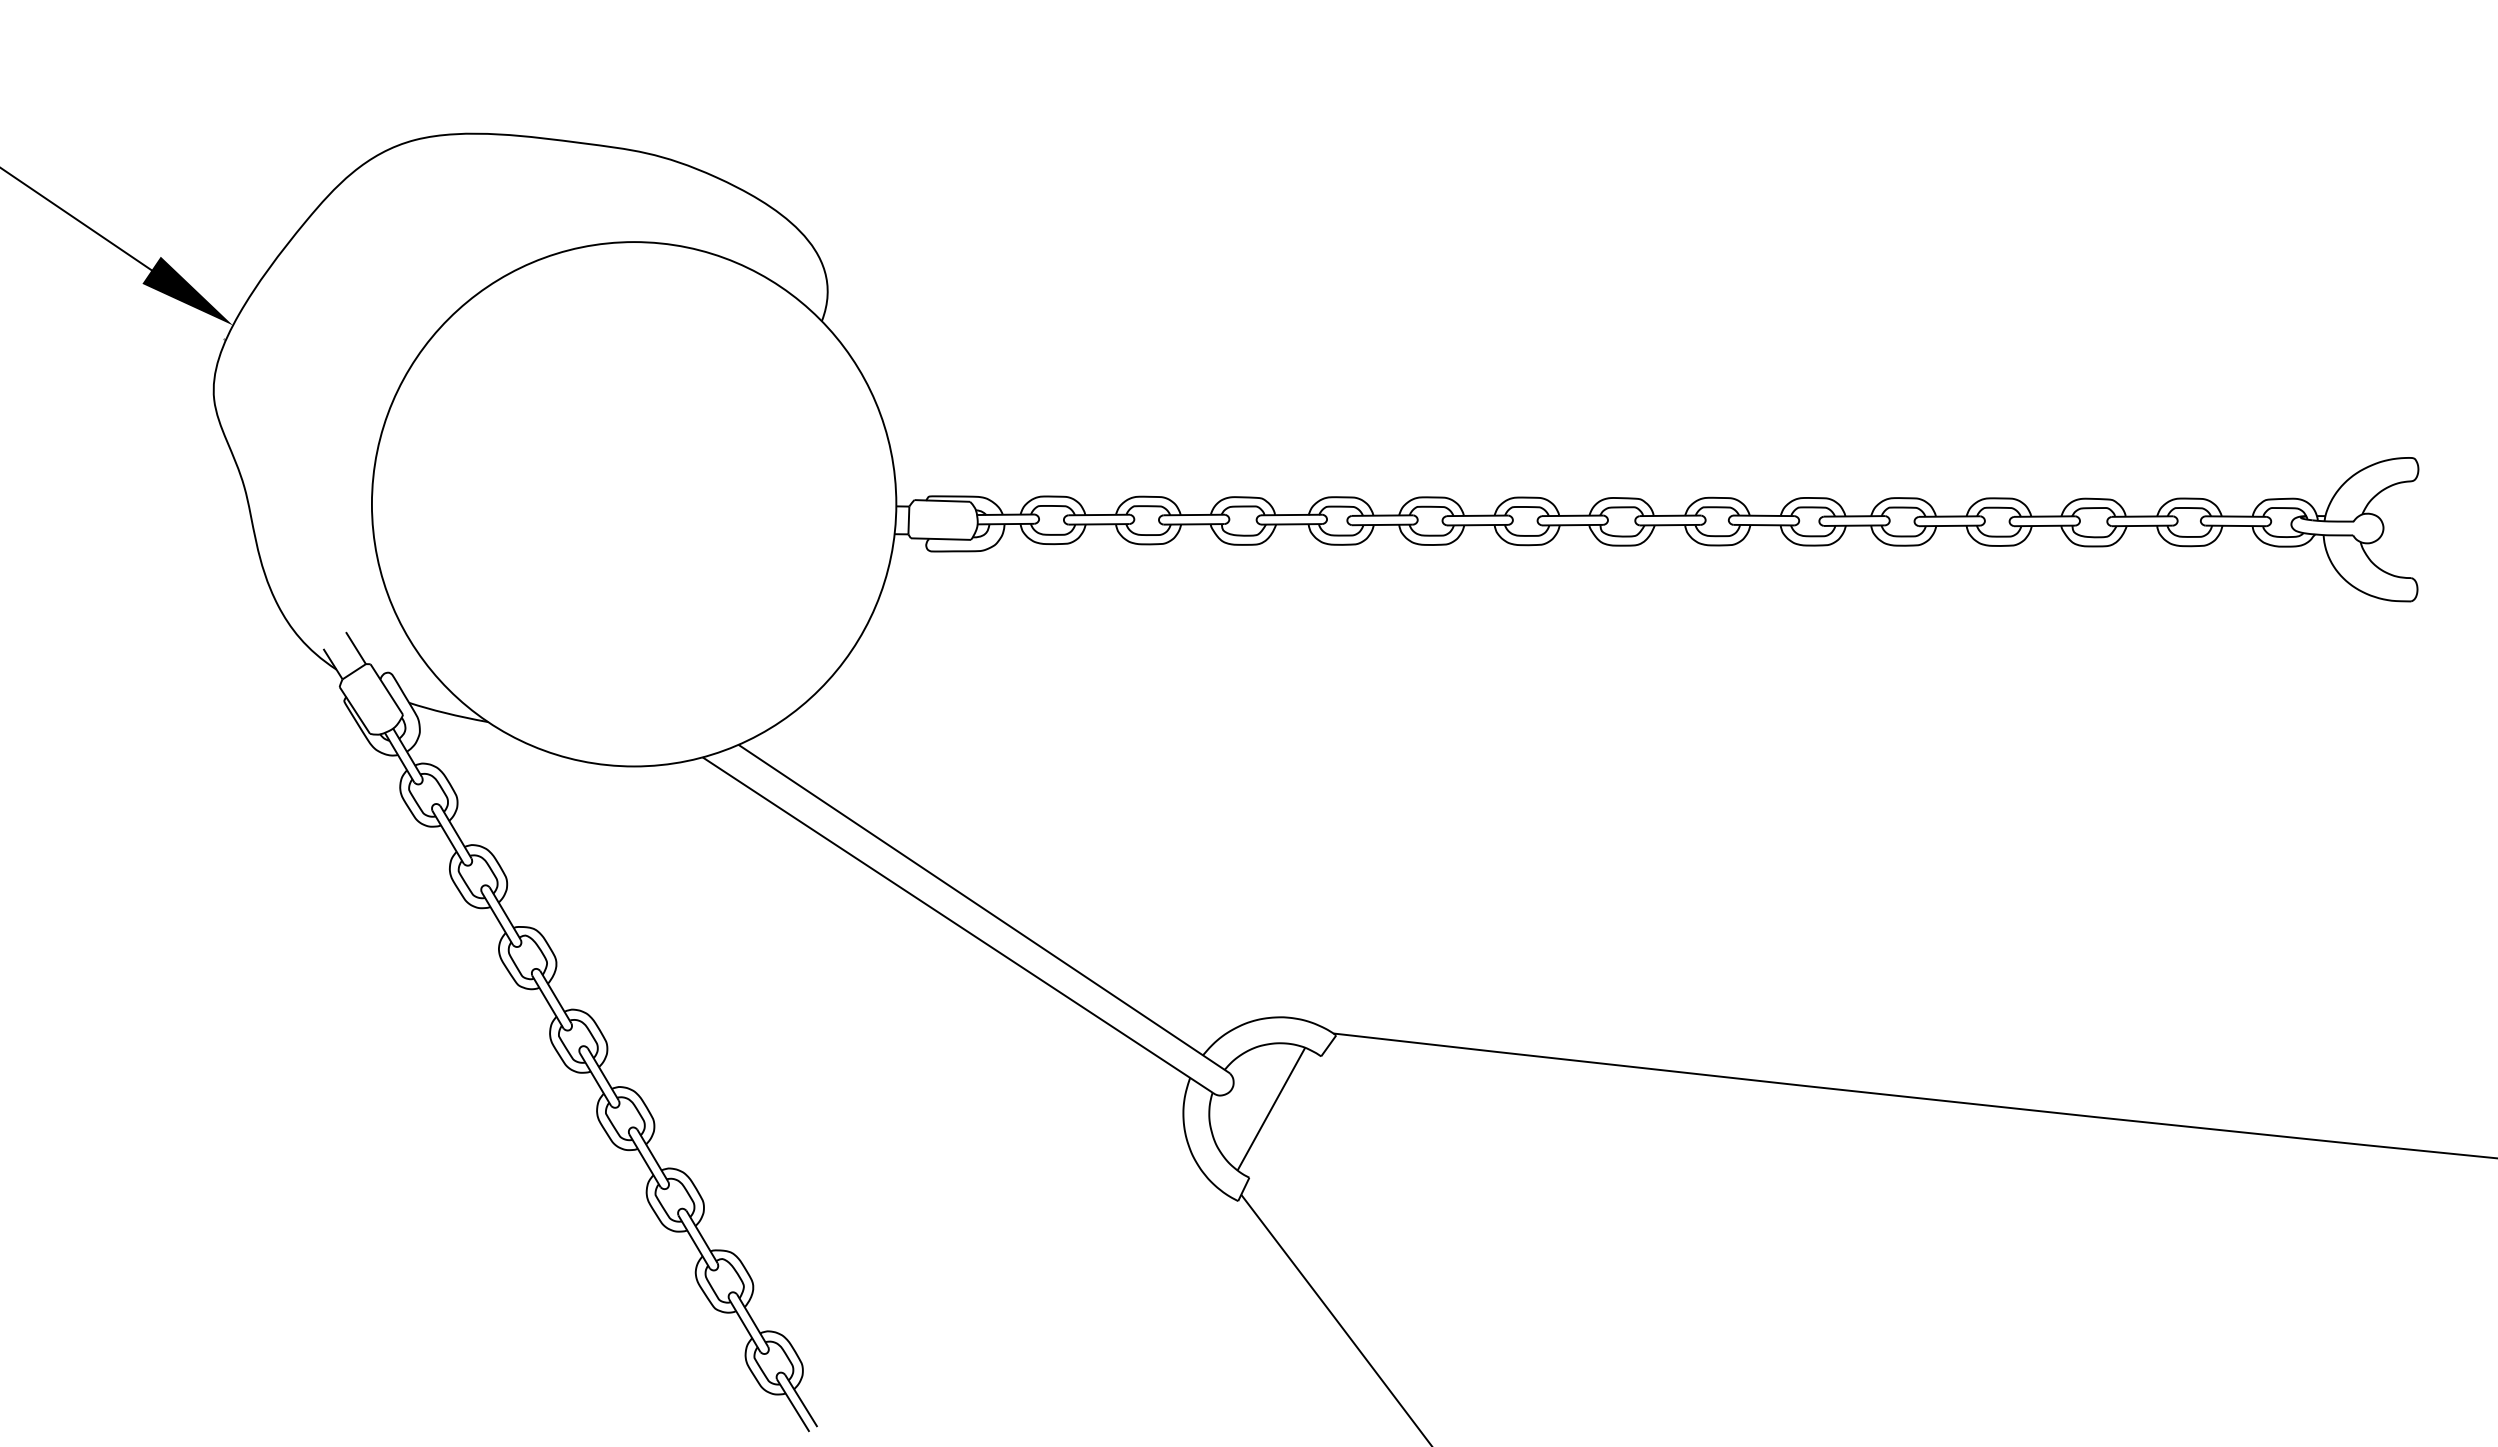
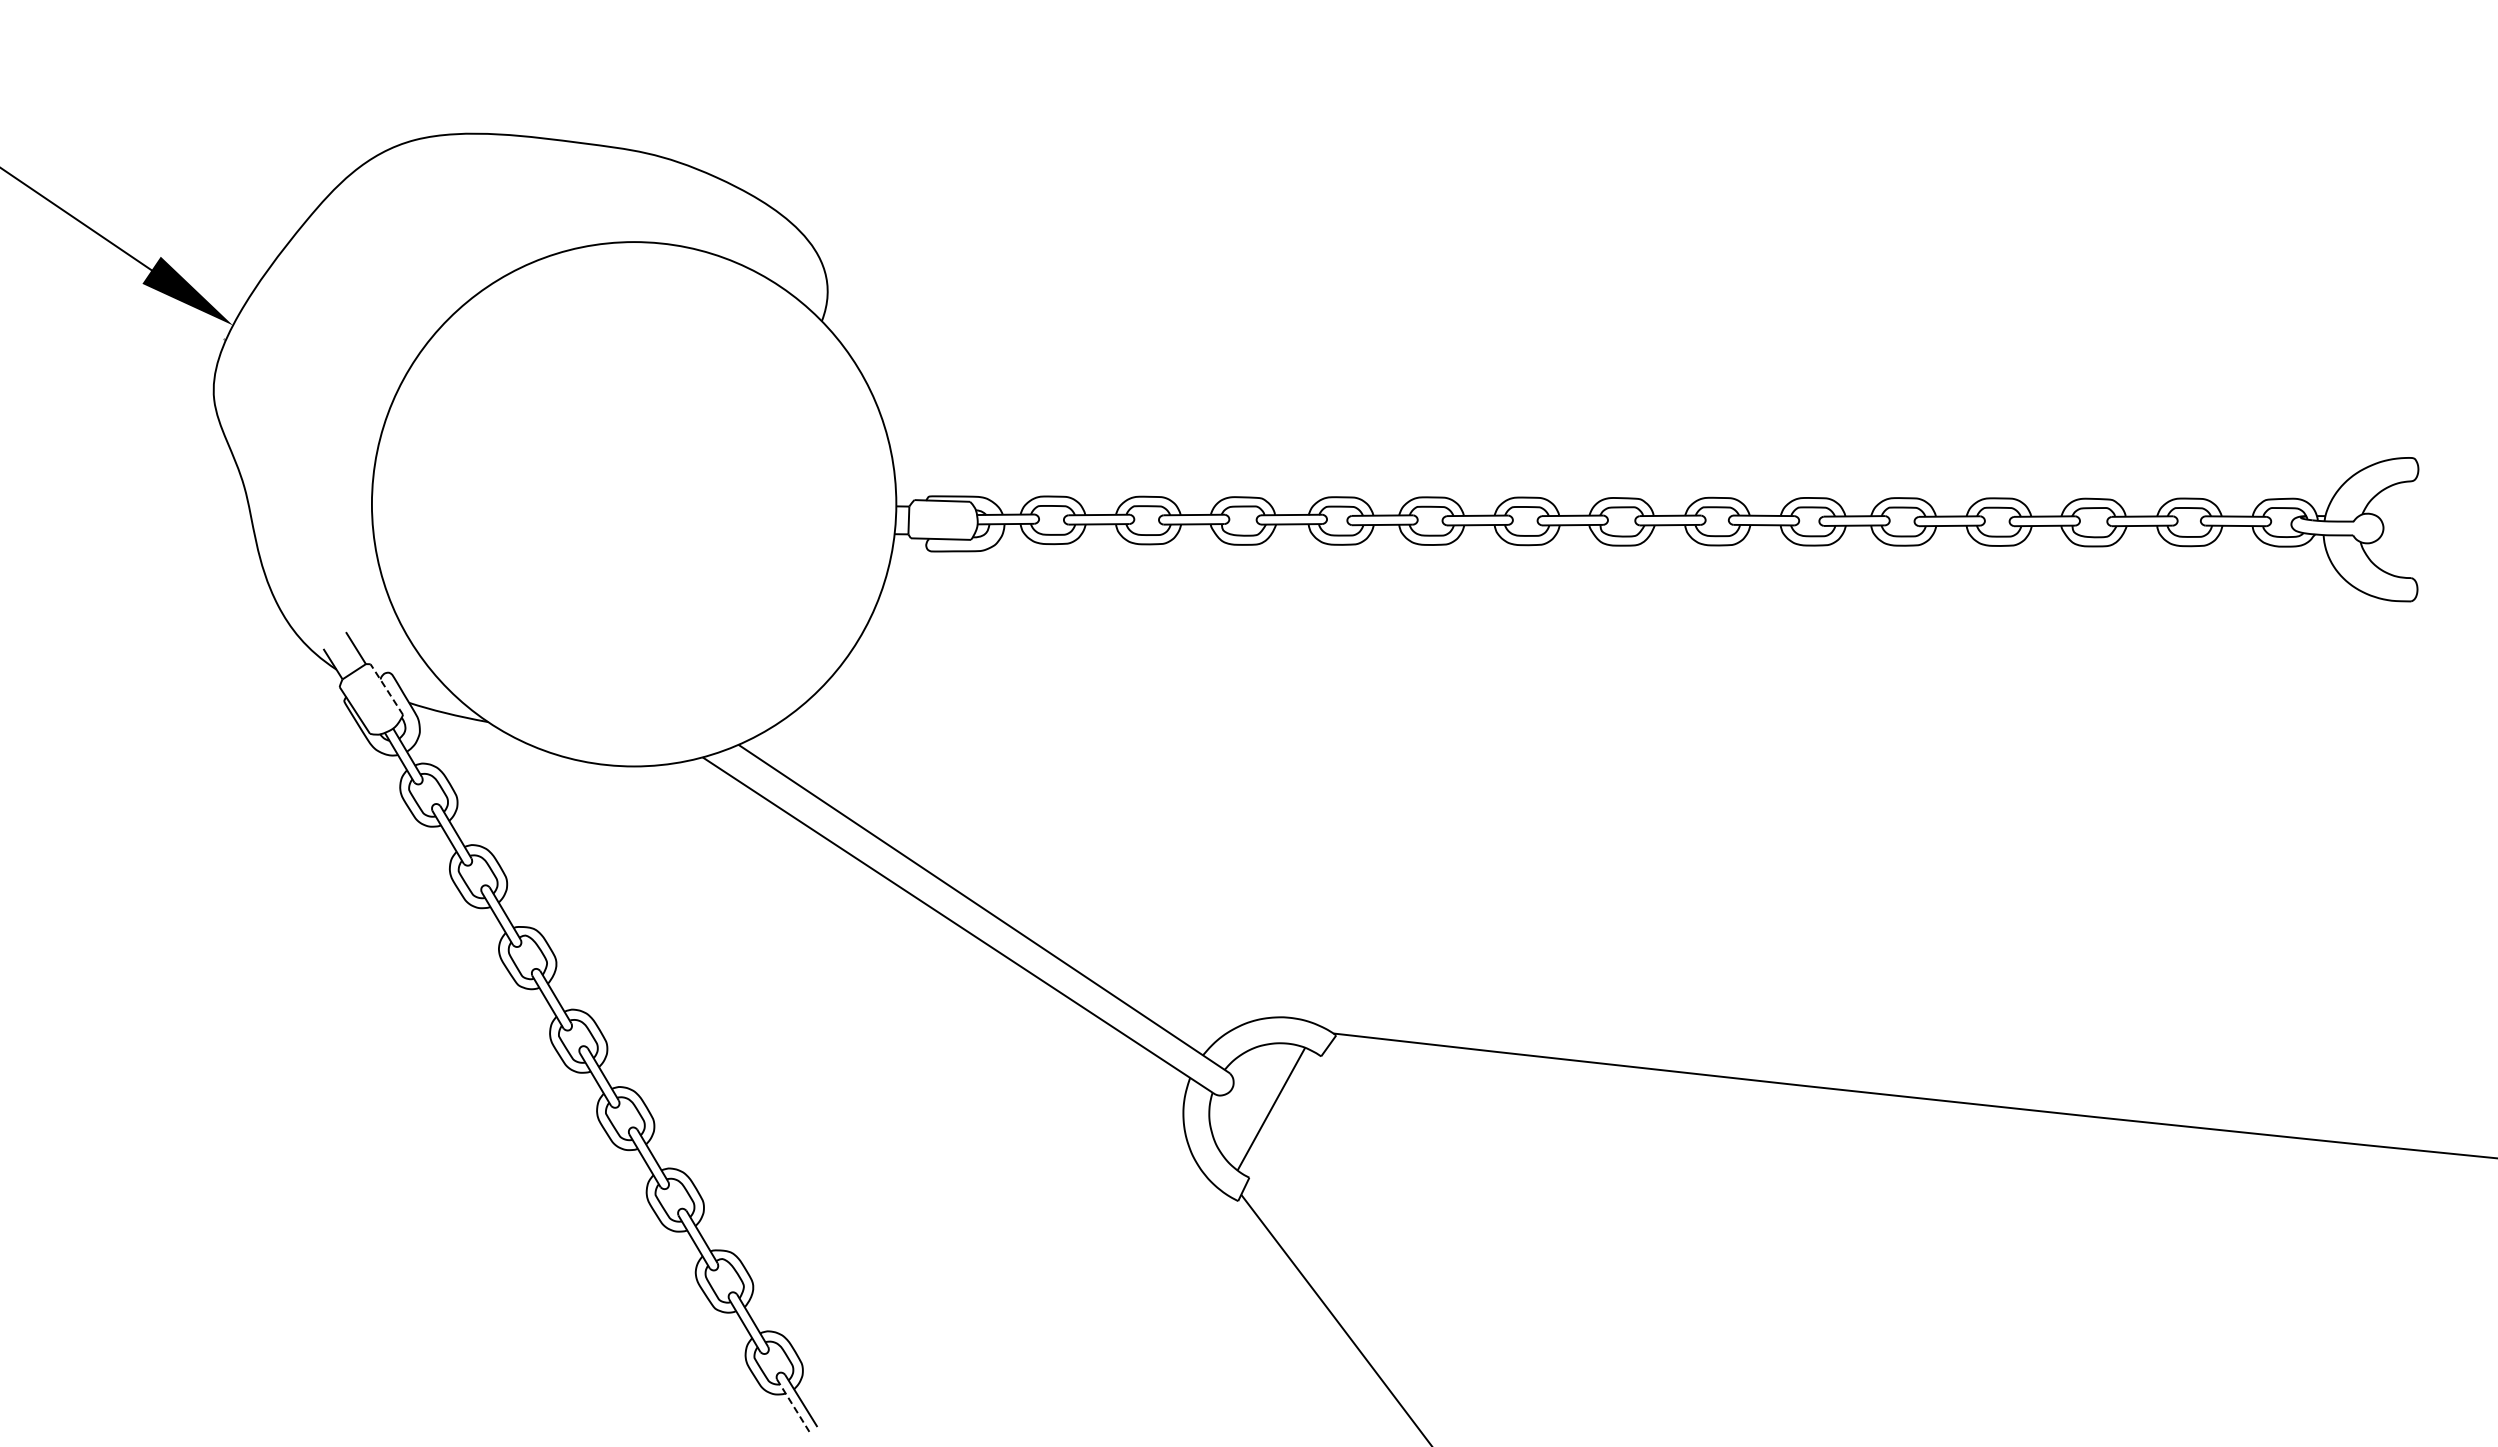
line at (386, 689): solid -> dashed
line at (793, 1405): solid -> dashed
